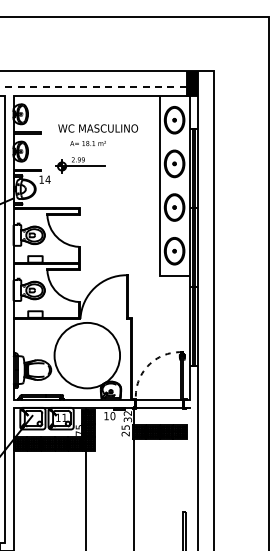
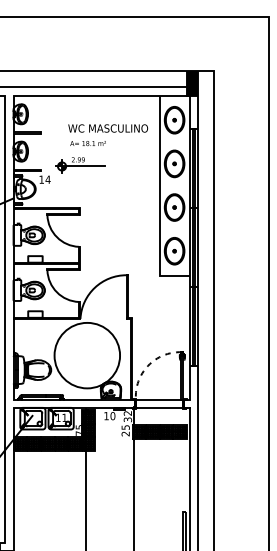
line at (93, 87): dashed -> solid
text at (98, 128) position: (98, 128) -> (108, 128)
line at (189, 477): none -> present
